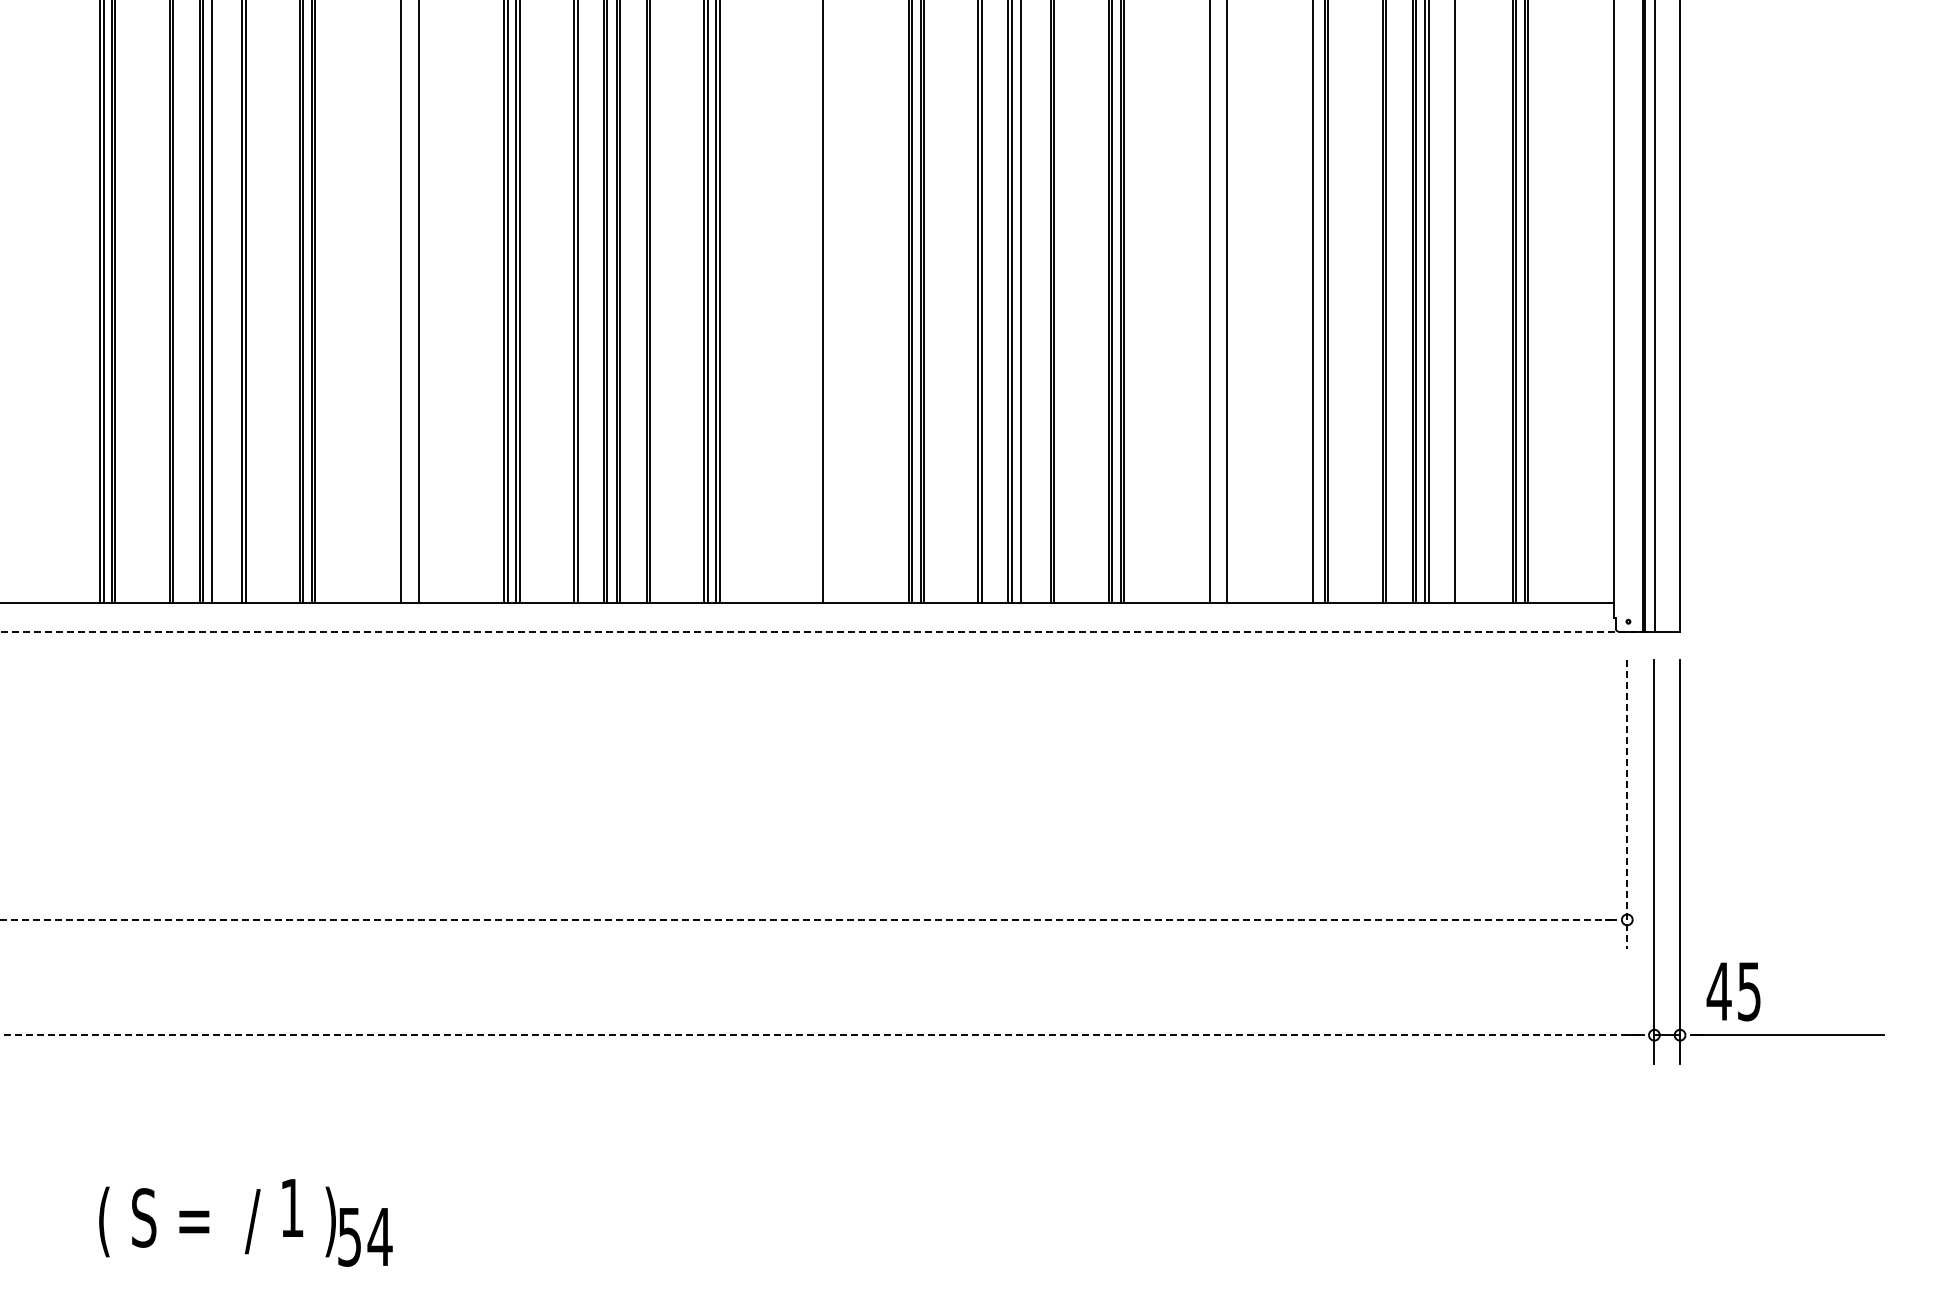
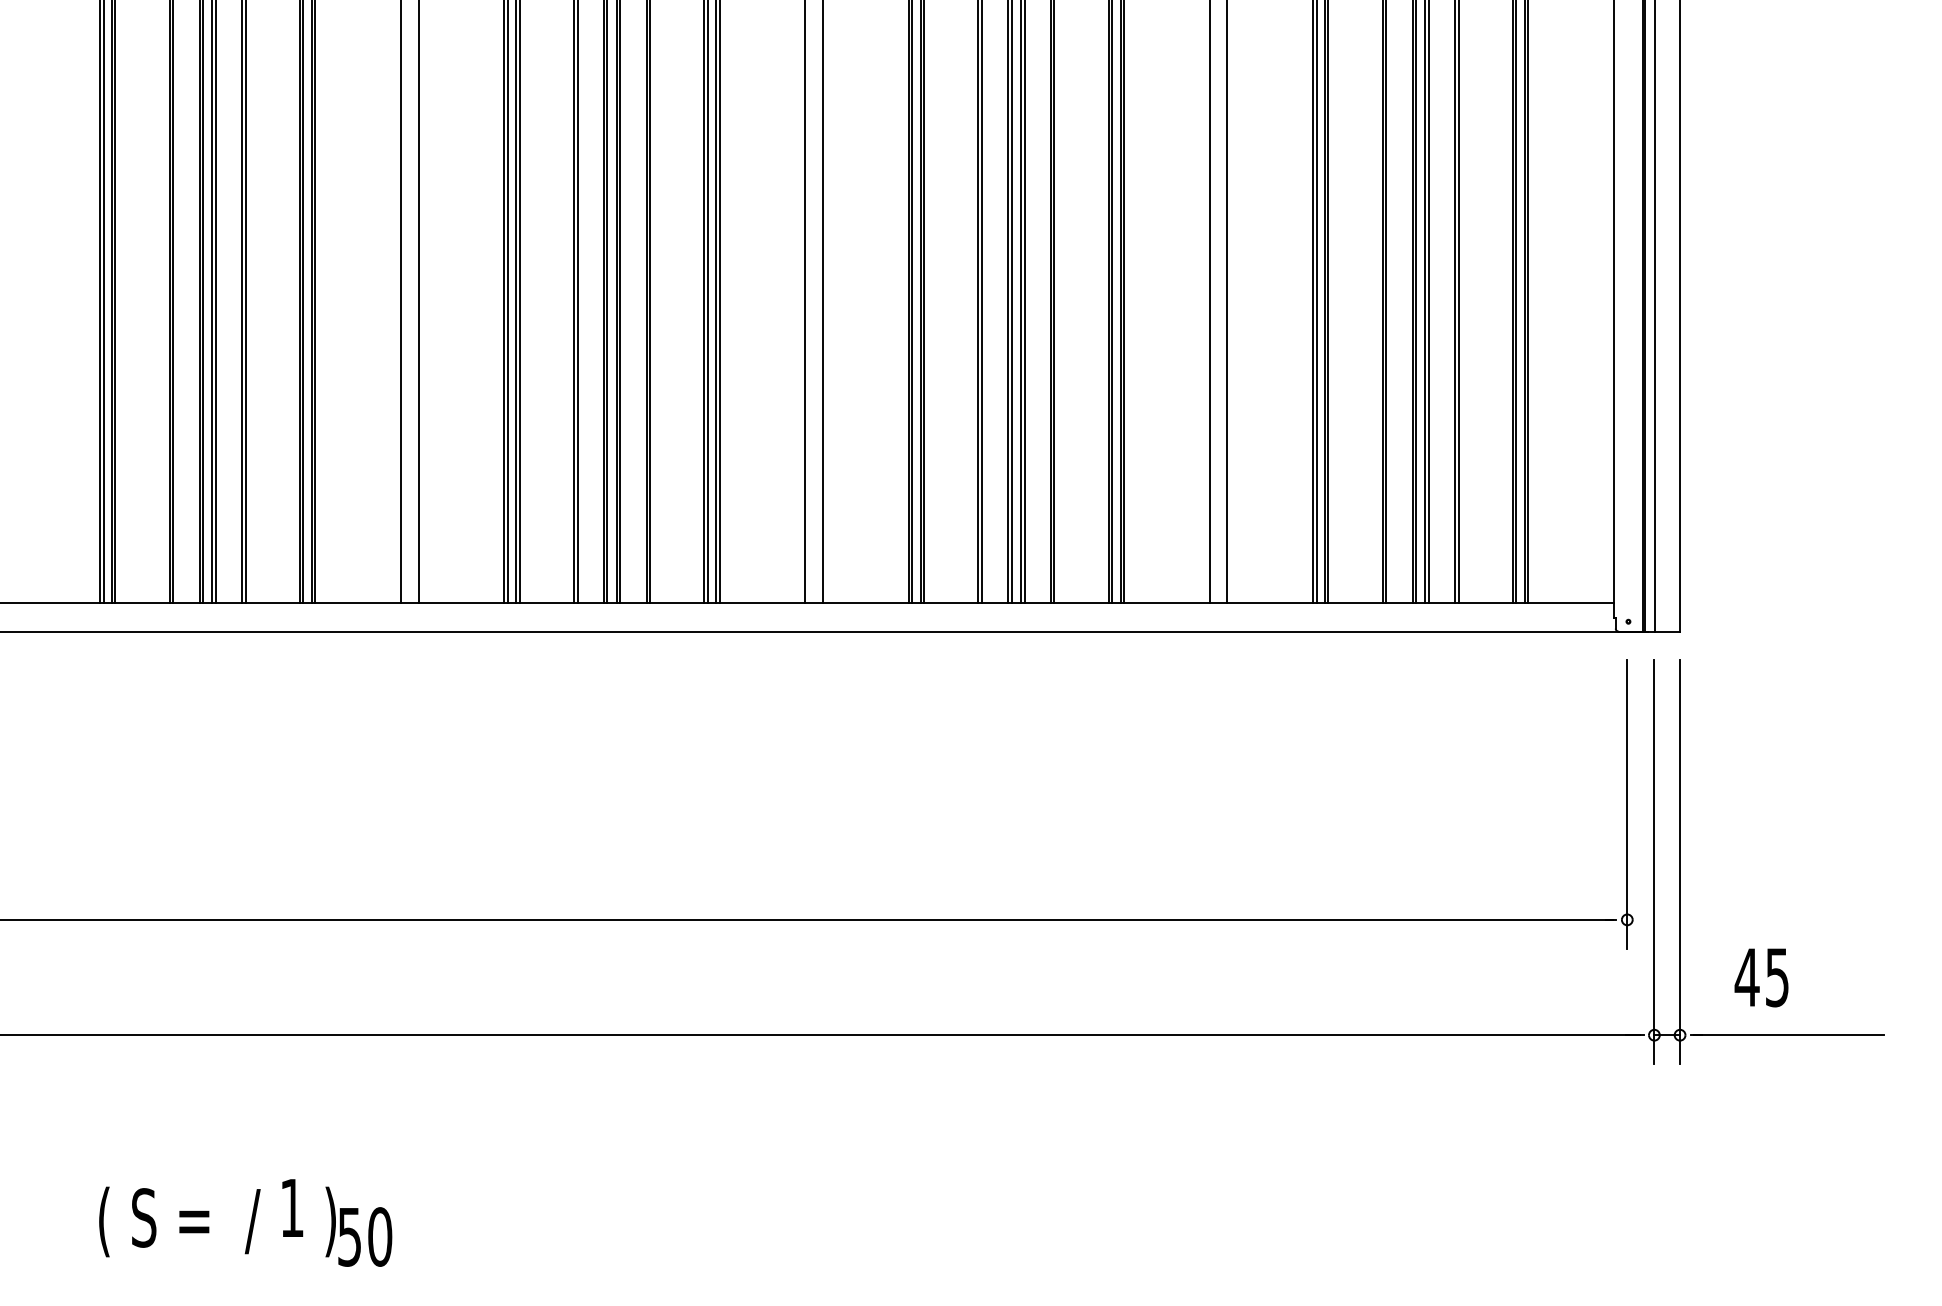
line at (215, 302): none -> present
line at (805, 302): none -> present
line at (1024, 302): none -> present
line at (1316, 302): none -> present
line at (1458, 302): none -> present
line at (823, 631): dashed -> solid
line at (1627, 805): dashed -> solid
line at (806, 919): dashed -> solid
text at (1733, 991) position: (1733, 991) -> (1761, 977)
line at (820, 1035): dashed -> solid
text at (379, 1236): 54 -> 50
